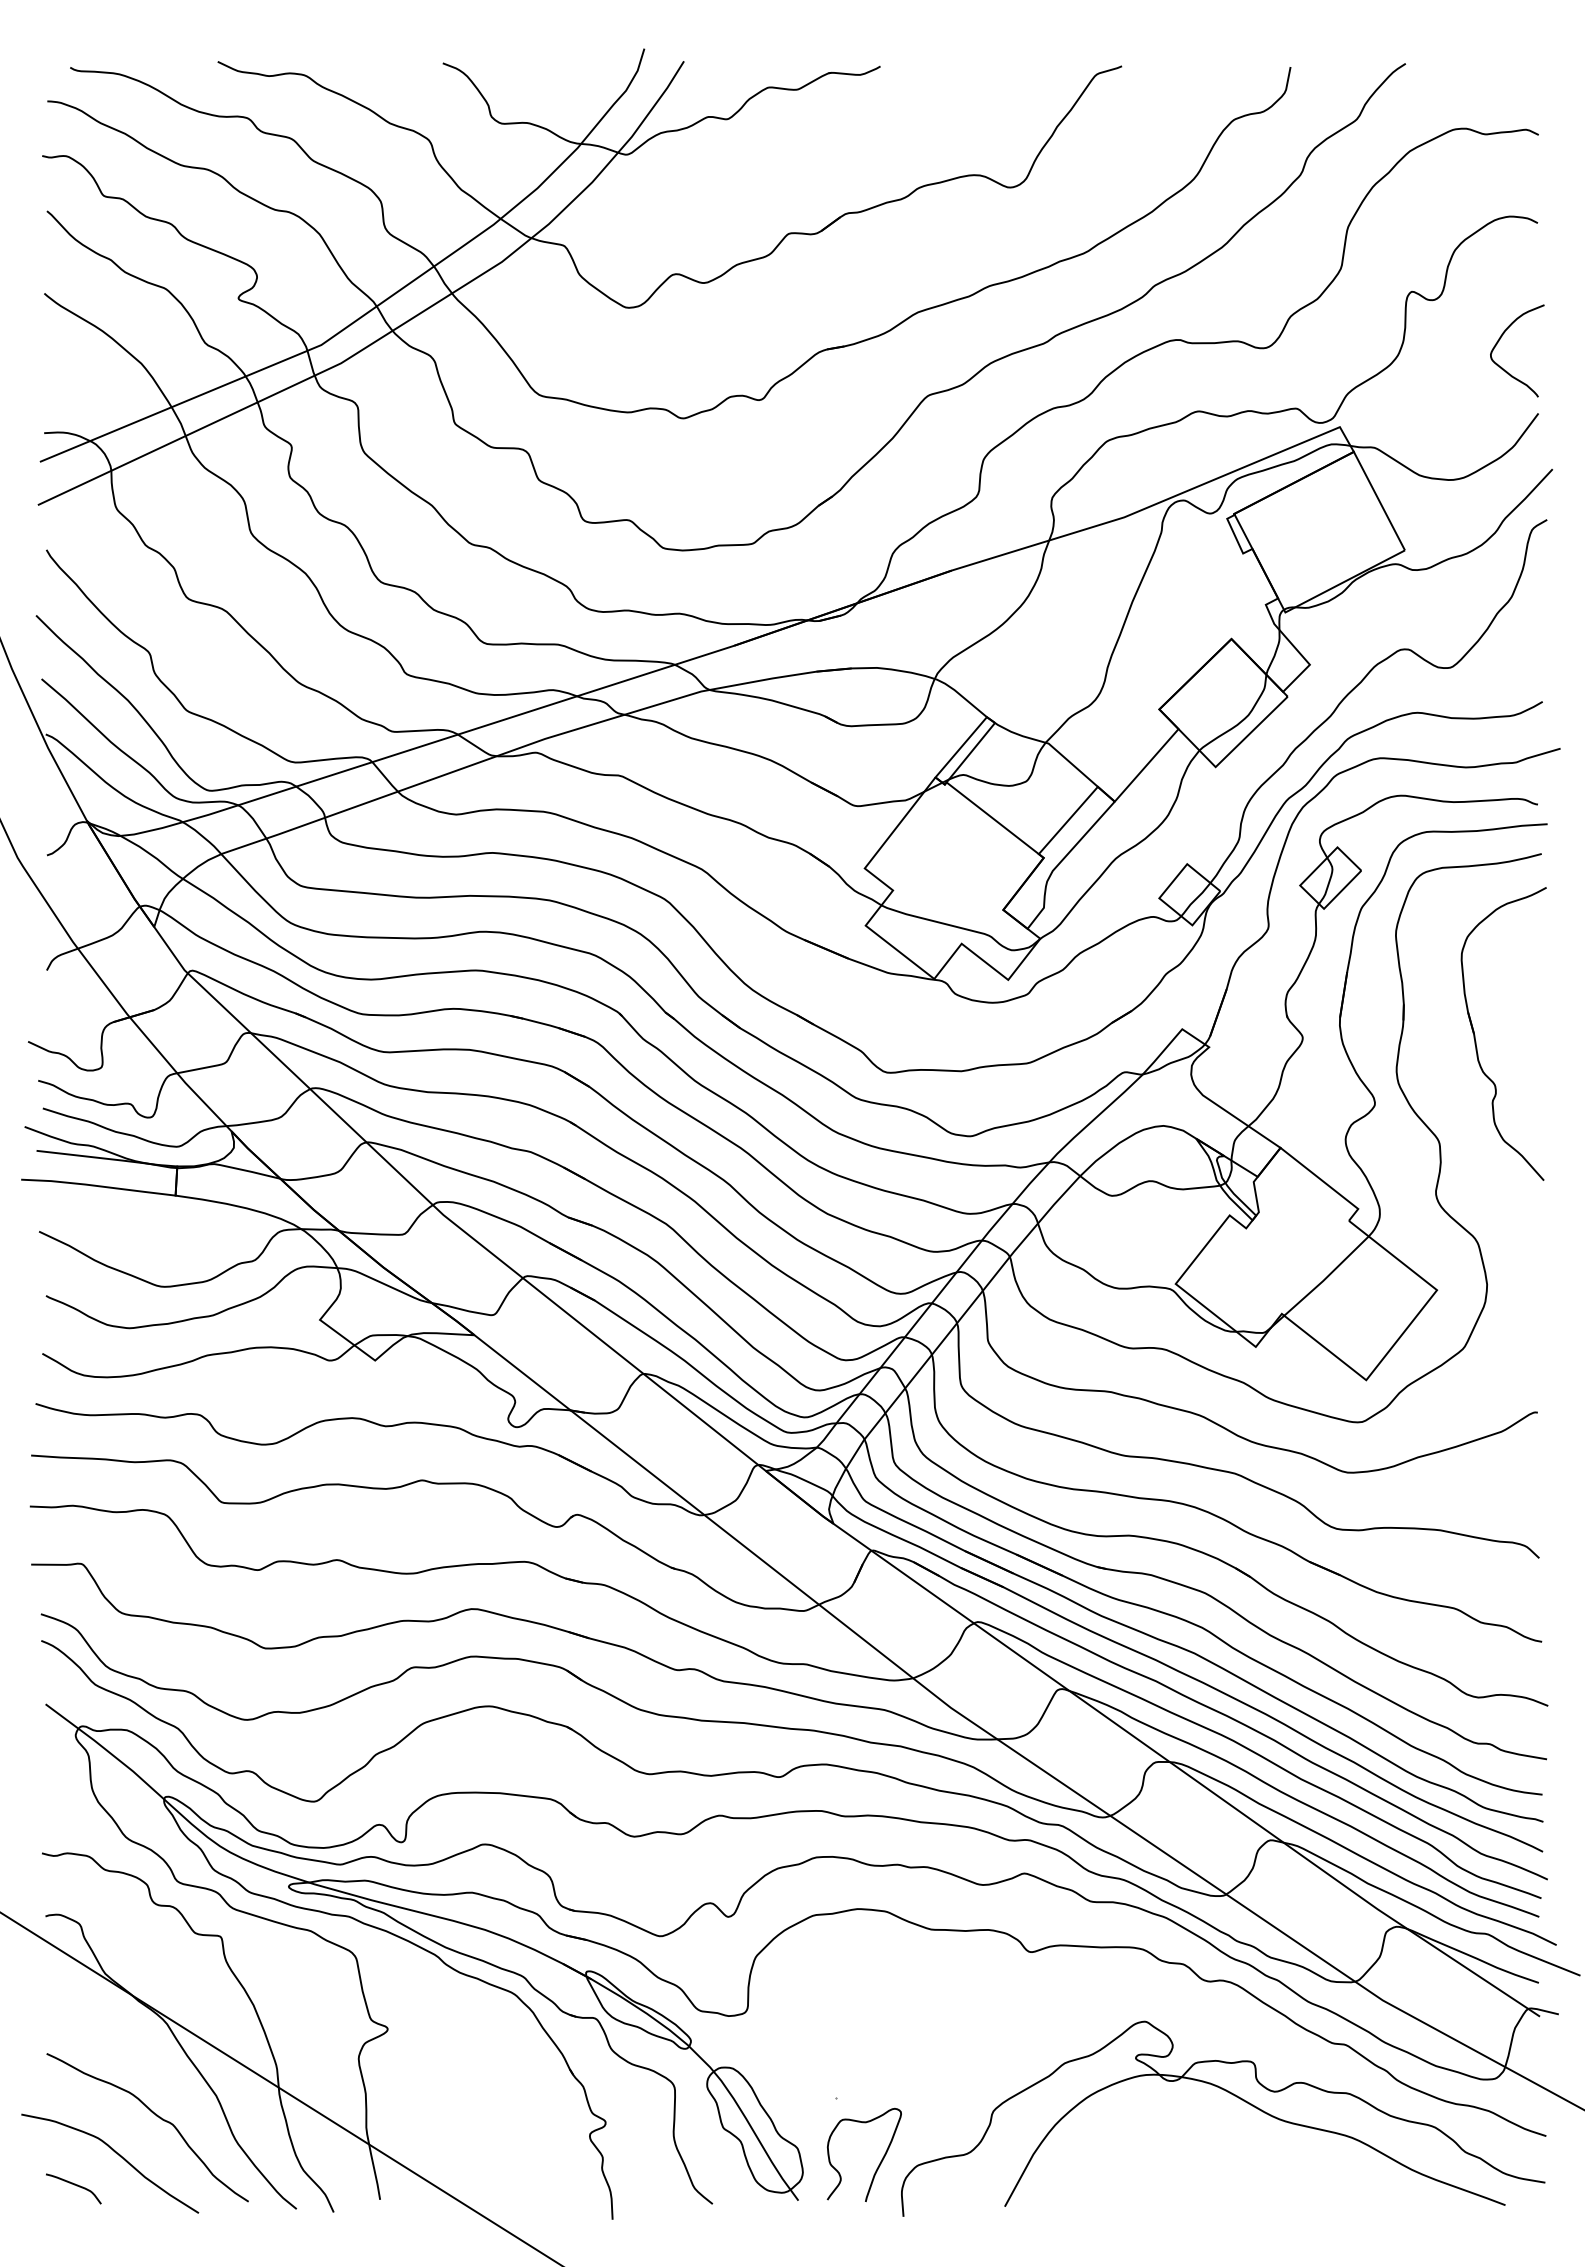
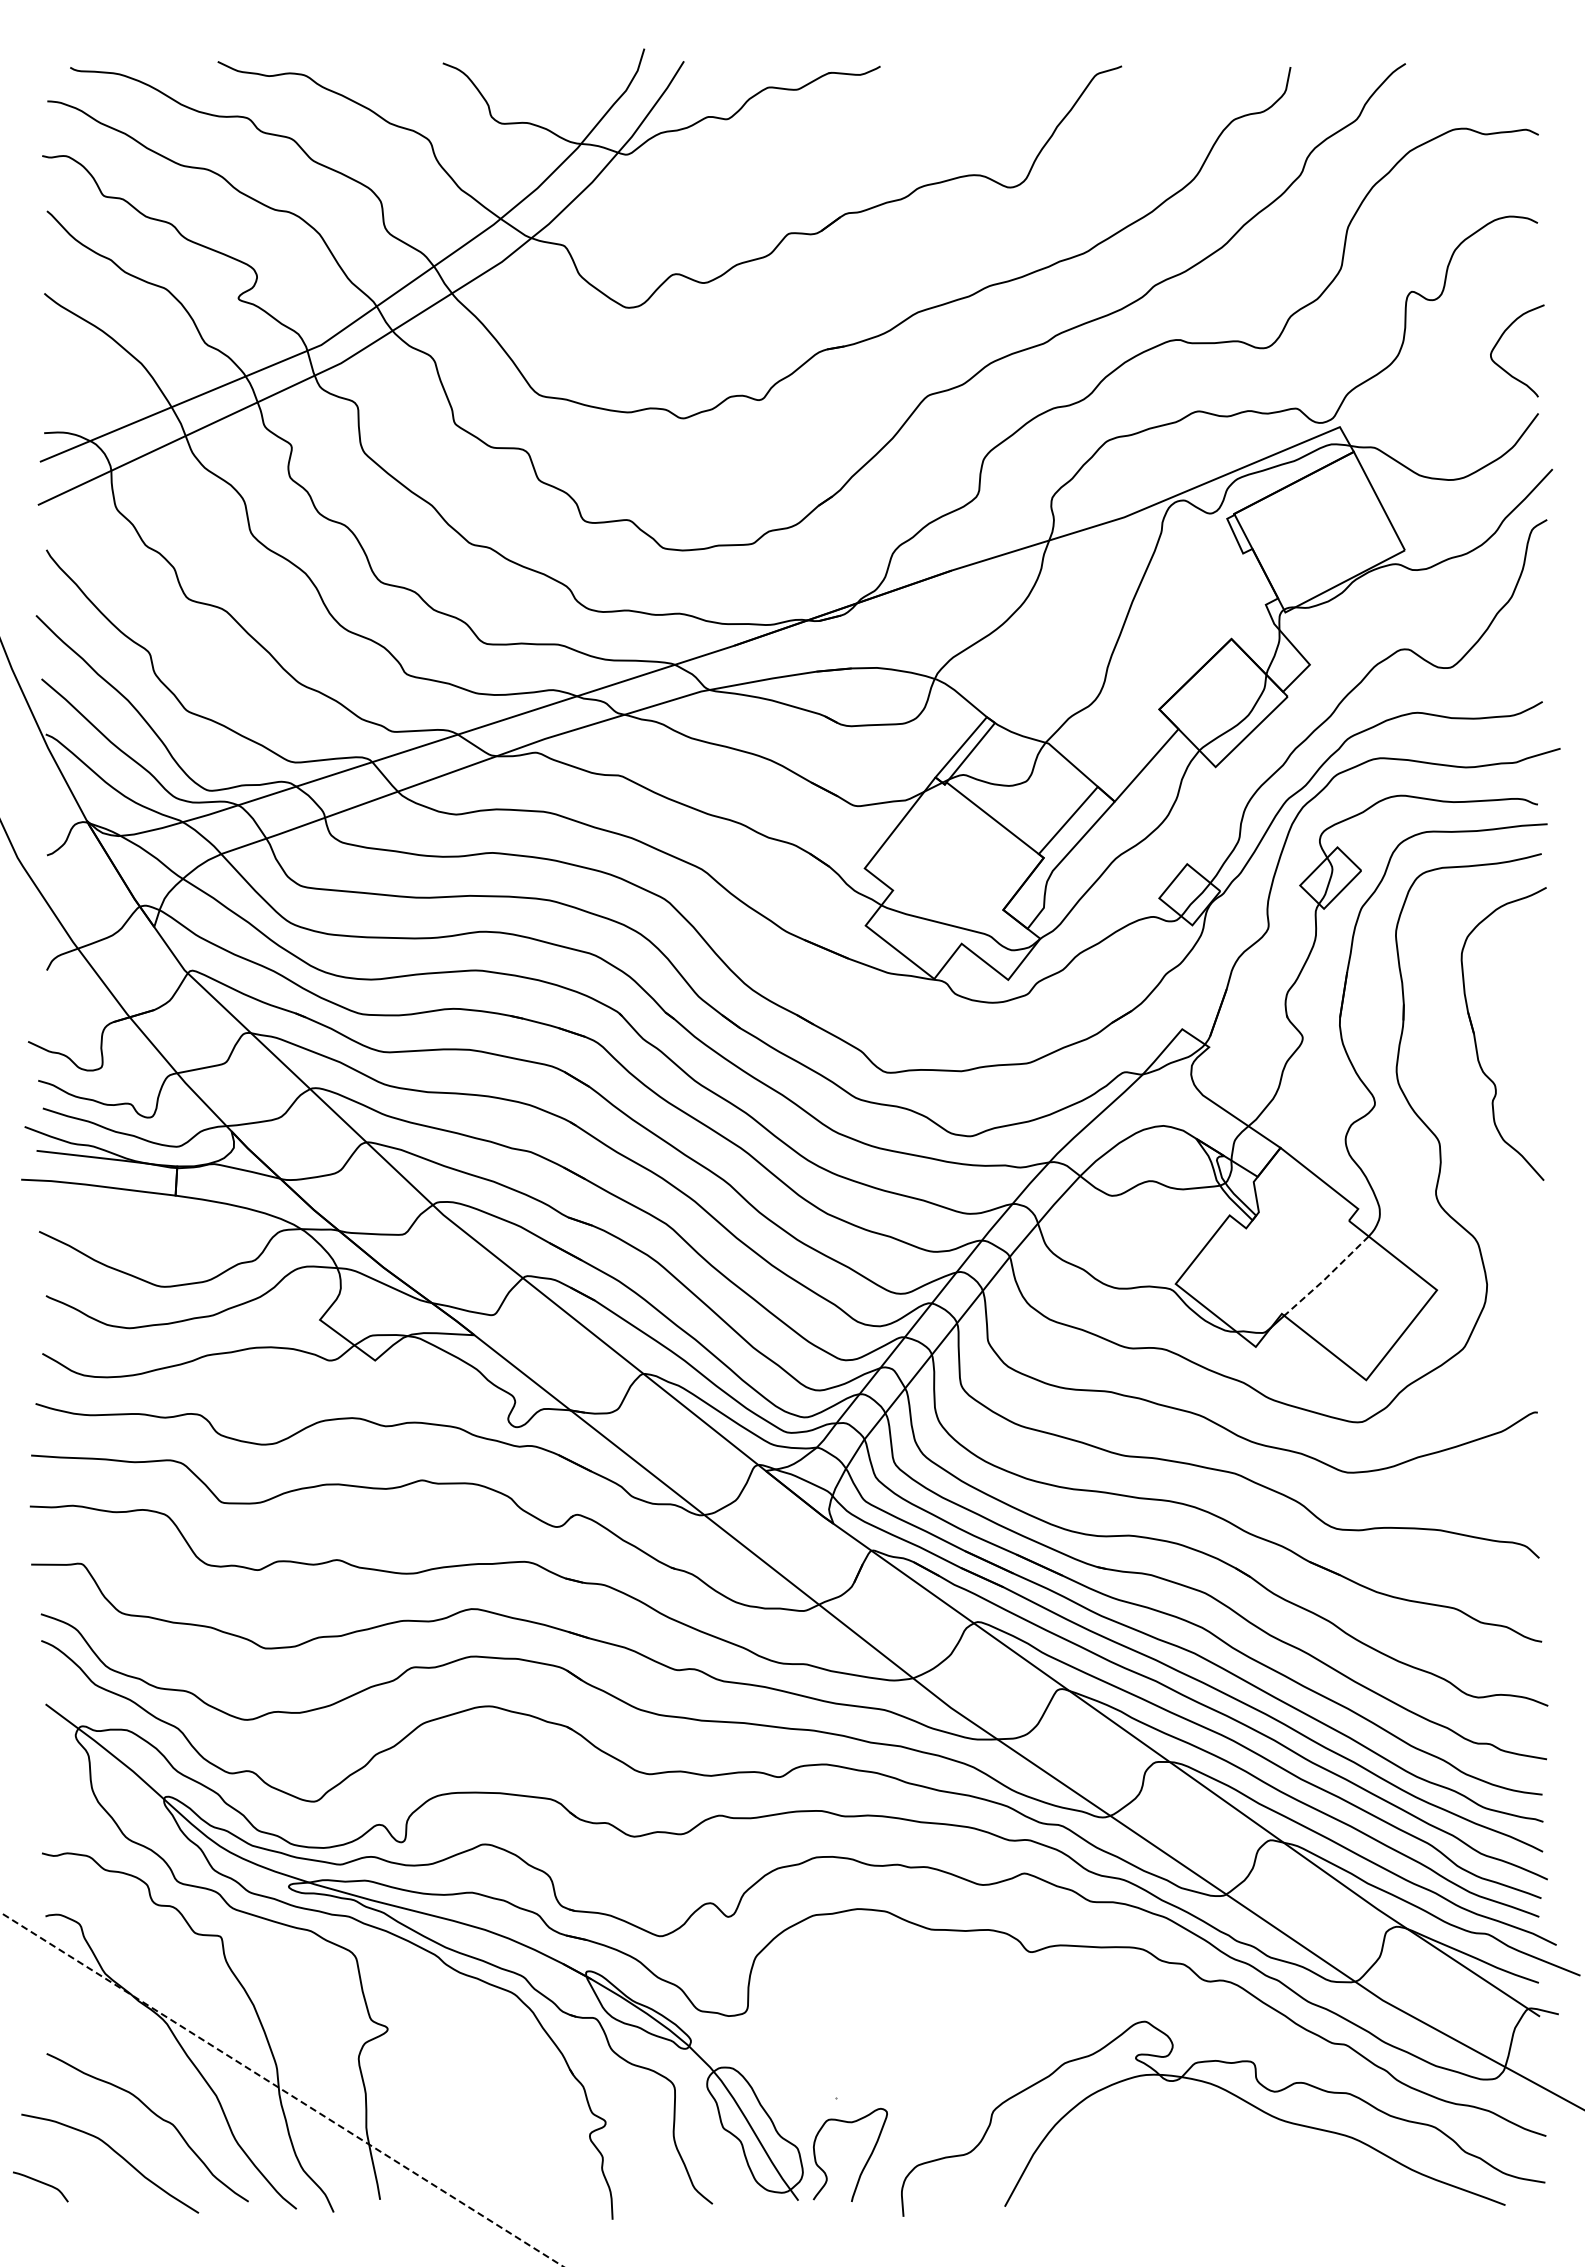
line at (1326, 1277): solid -> dashed
line at (282, 2089): solid -> dashed
curve at (879, 2163) position: (879, 2163) -> (865, 2163)
curve at (74, 2185) position: (74, 2185) -> (41, 2183)
